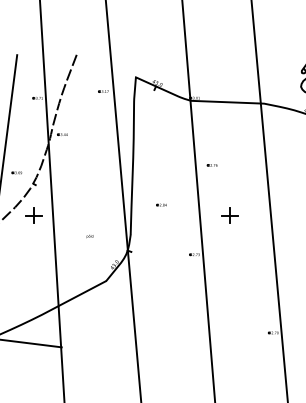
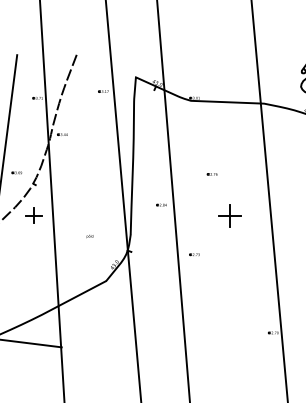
part at (211, 165) position: (211, 165) -> (211, 174)
line at (198, 200) position: (198, 200) -> (173, 200)
part at (229, 215) size: 18x17 px -> 24x24 px
